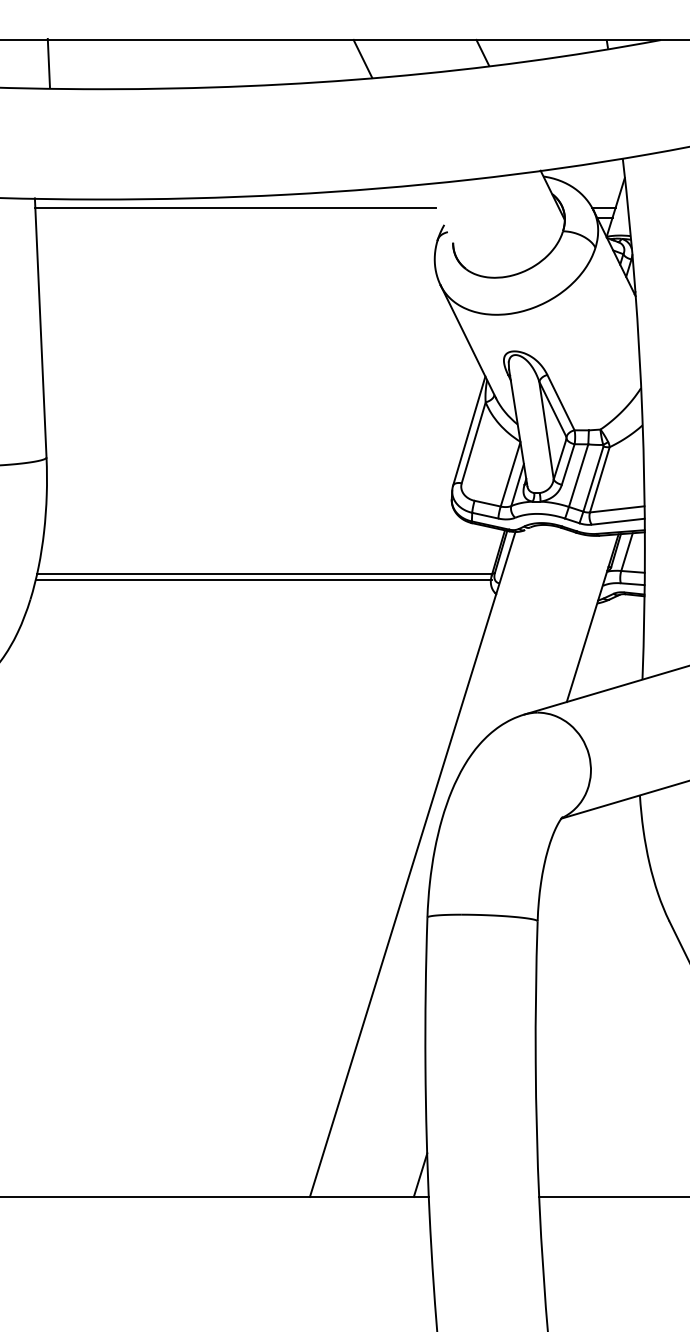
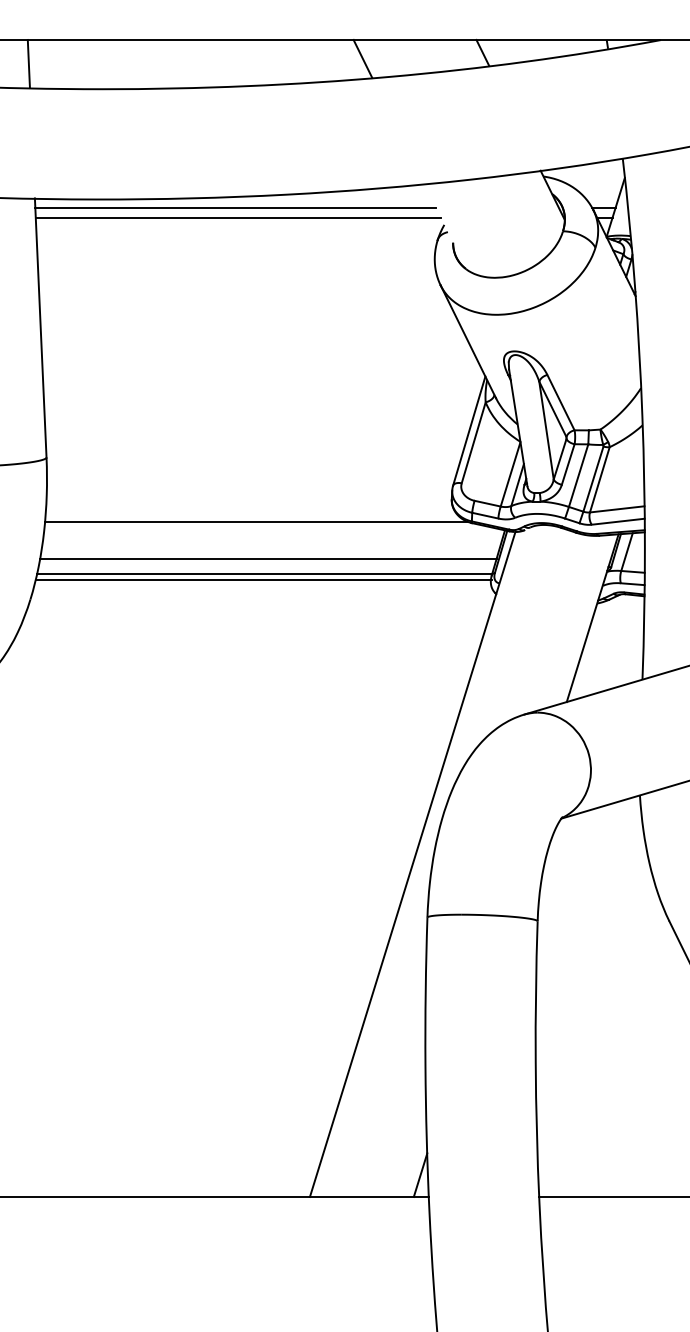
line at (48, 62) position: (48, 62) -> (28, 63)
line at (237, 217): none -> present
line at (256, 521): none -> present
line at (268, 558): none -> present
